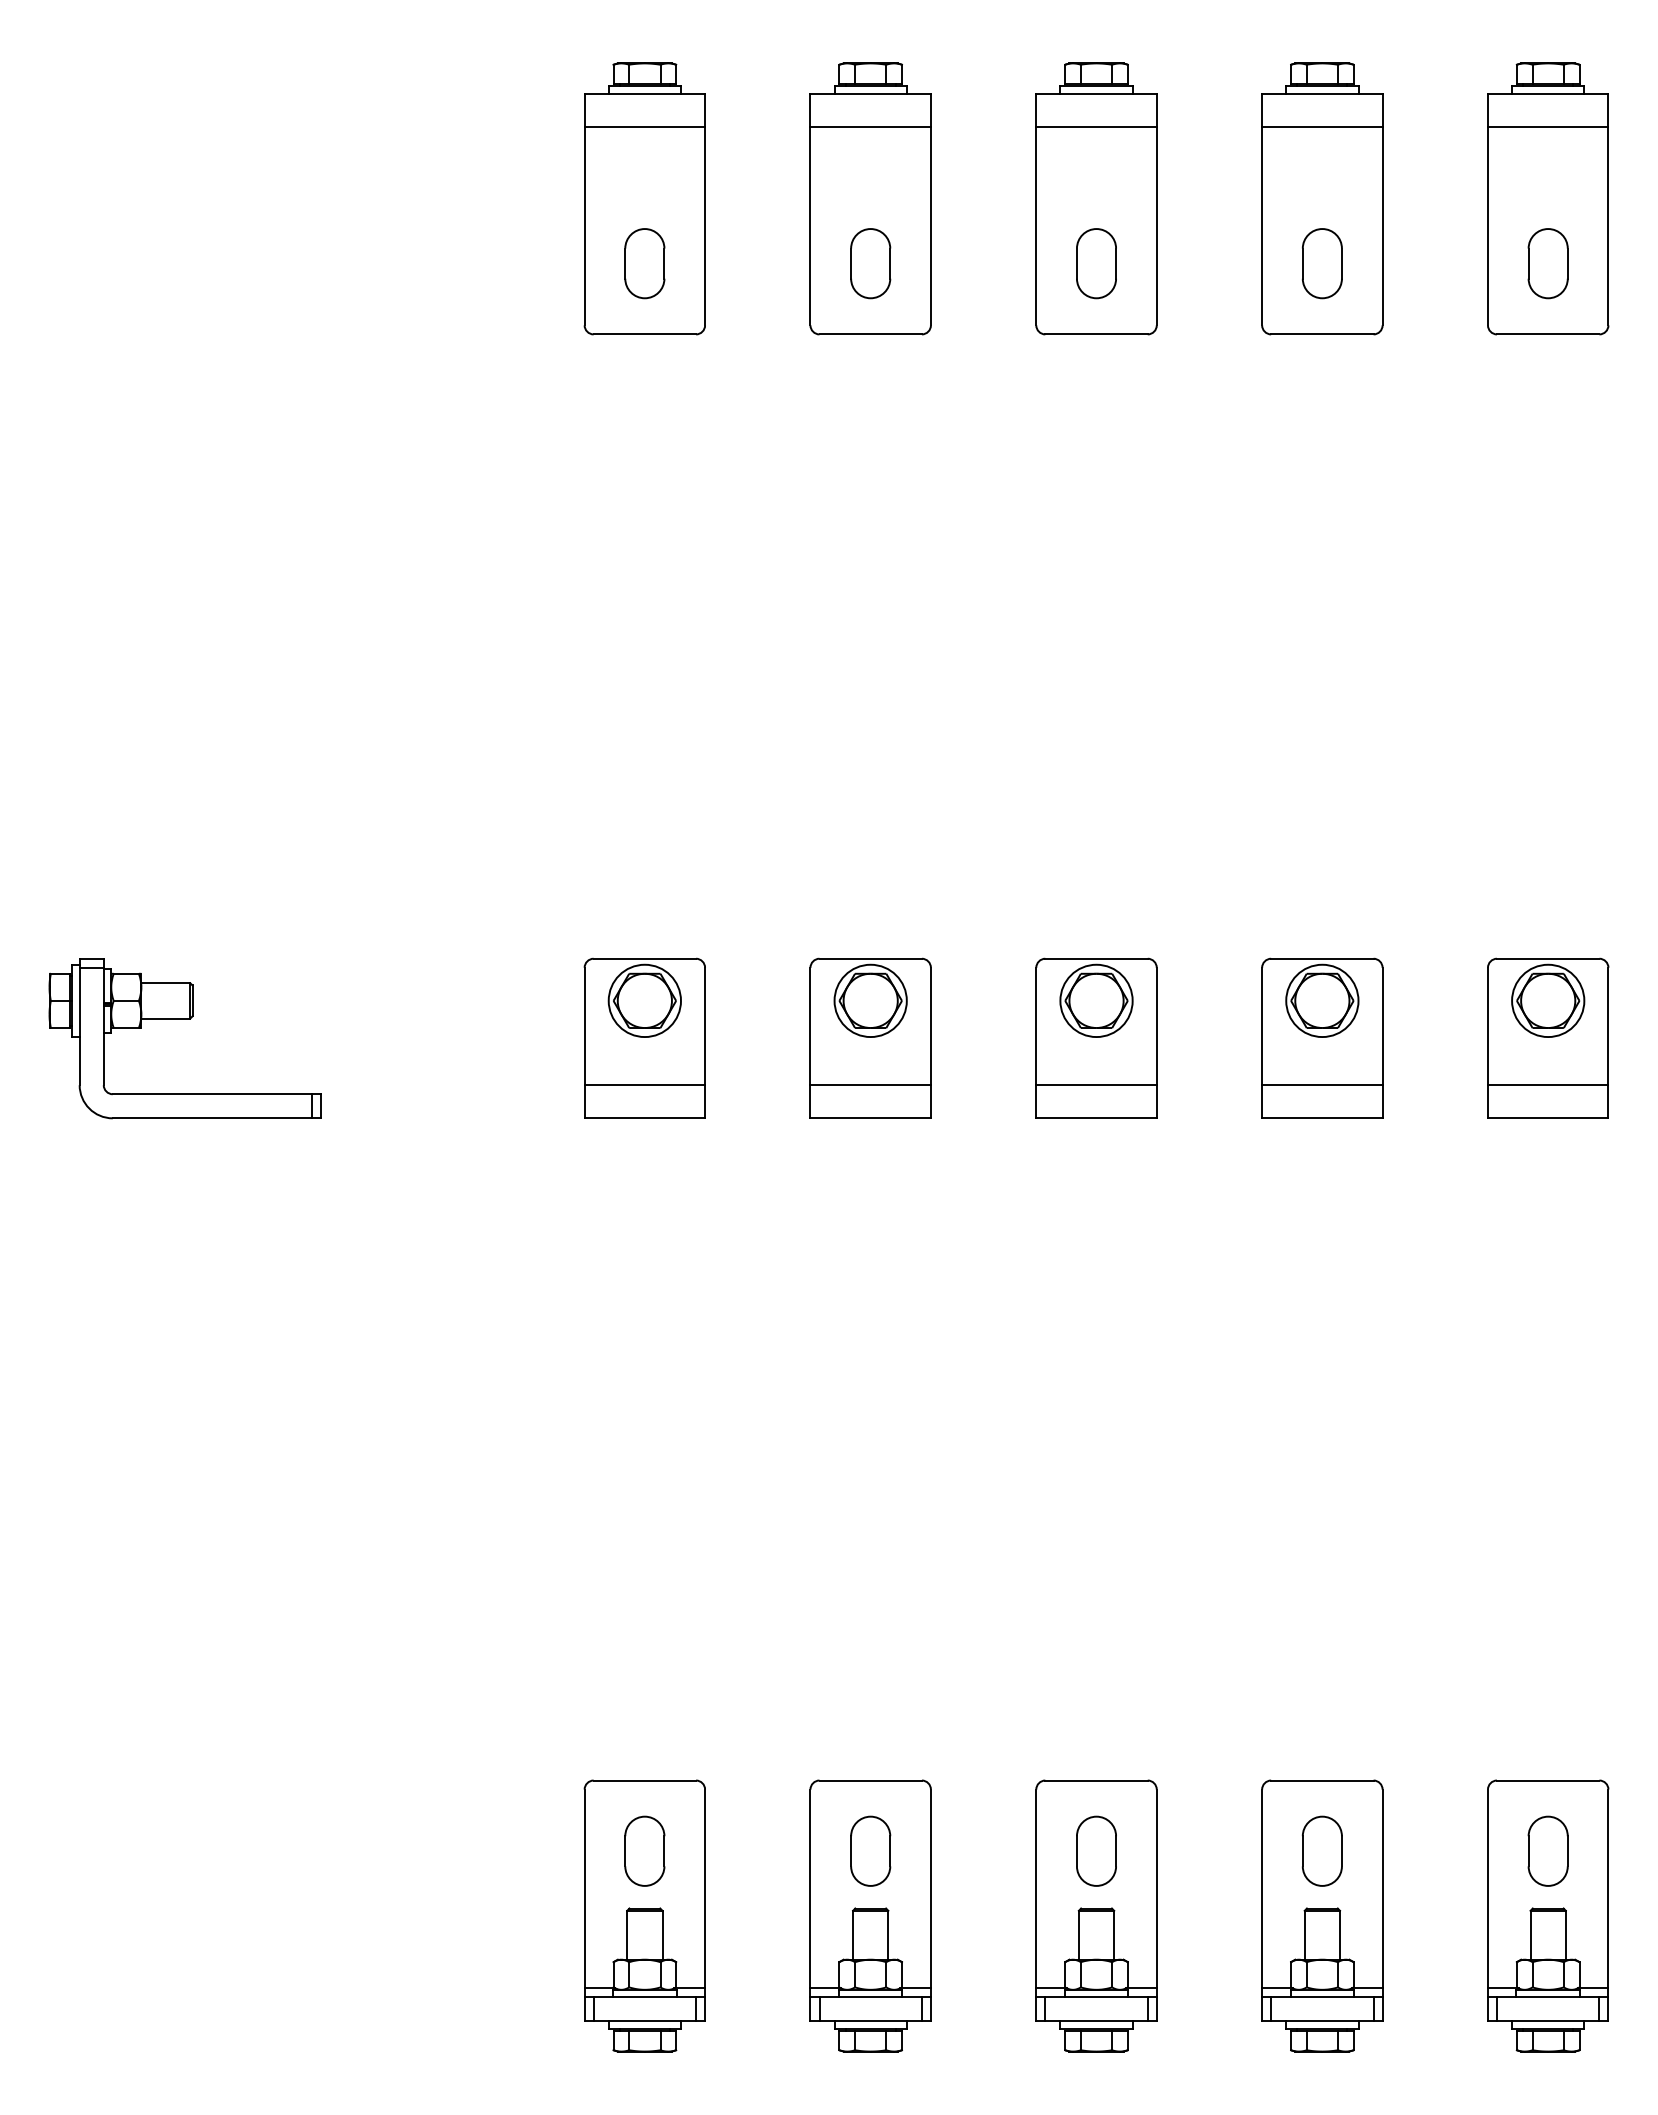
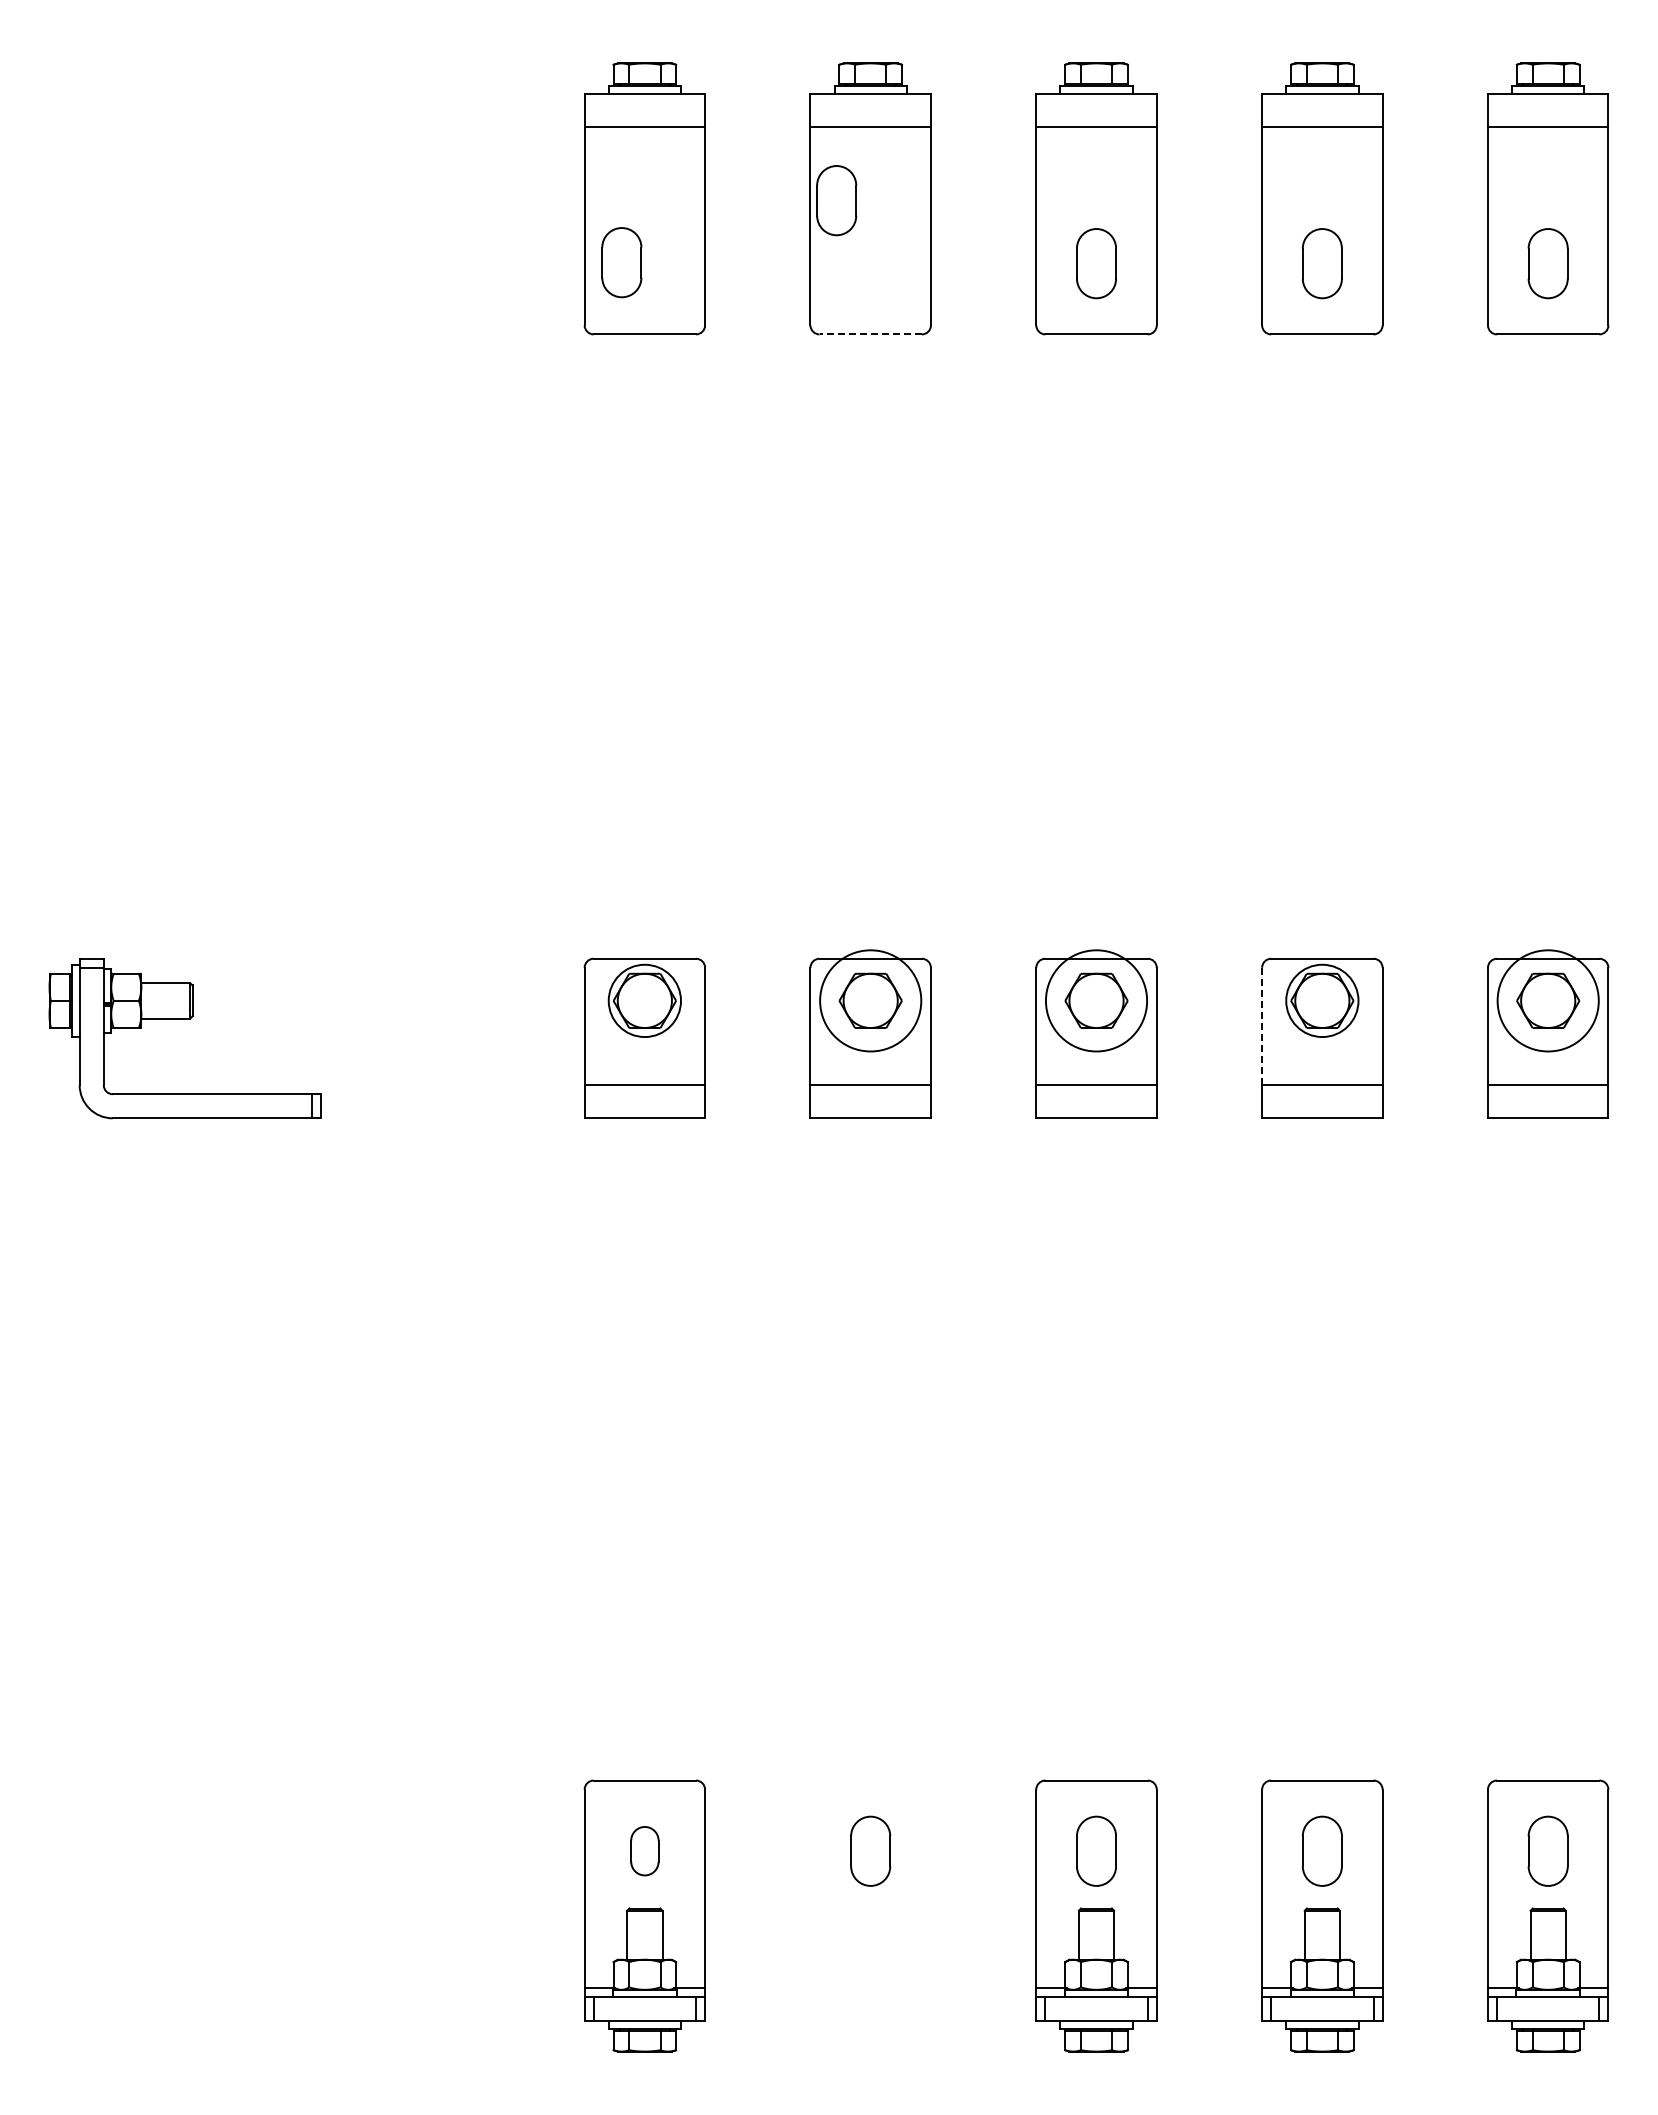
part at (644, 263) position: (644, 263) -> (621, 262)
part at (870, 263) position: (870, 263) -> (836, 200)
line at (870, 334): solid -> dashed
circle at (870, 1000) diameter: 72 px -> 101 px
circle at (1096, 1000) diameter: 72 px -> 101 px
circle at (1548, 1000) diameter: 72 px -> 101 px
line at (1262, 1026): solid -> dashed
part at (644, 1850) size: 42x72 px -> 30x51 px
part at (870, 1915): present -> none
